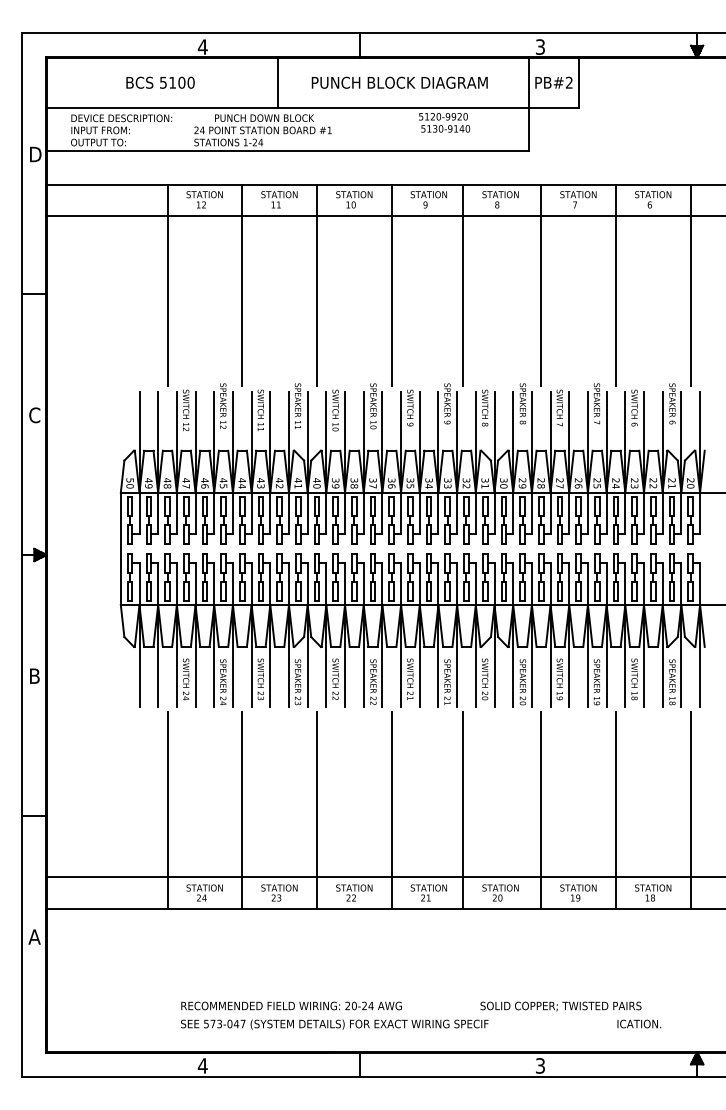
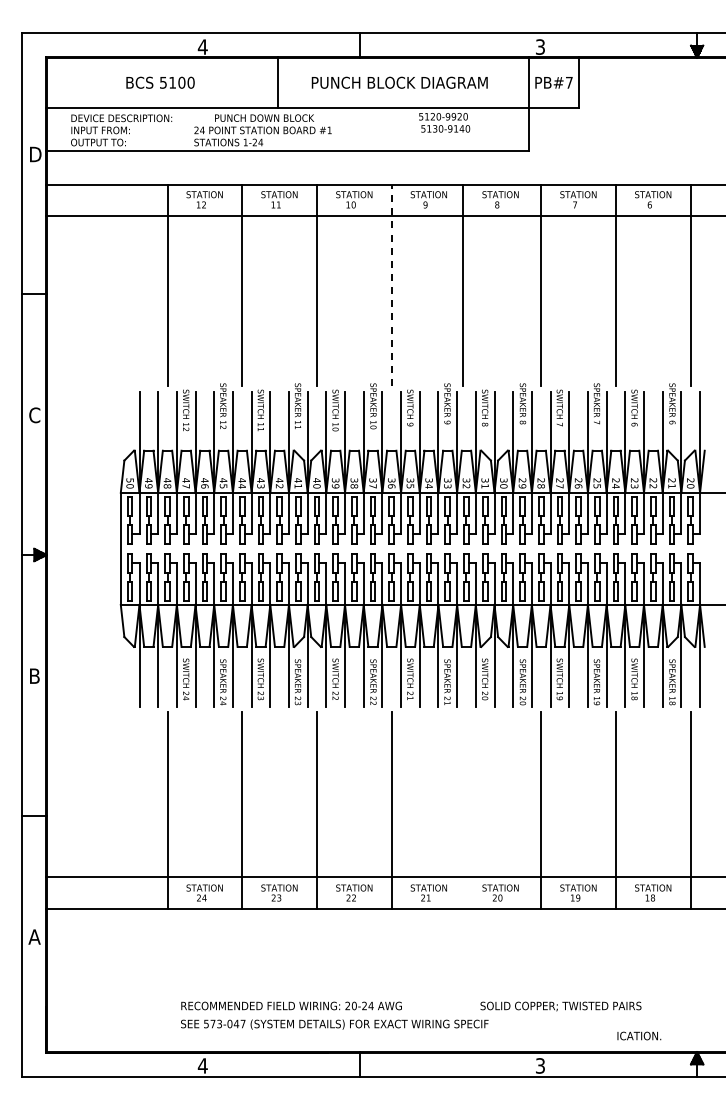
text at (568, 82): PB#2 -> PB#7
line at (391, 285): solid -> dashed
line at (463, 809): present -> none
text at (639, 1023) position: (639, 1023) -> (639, 1035)
